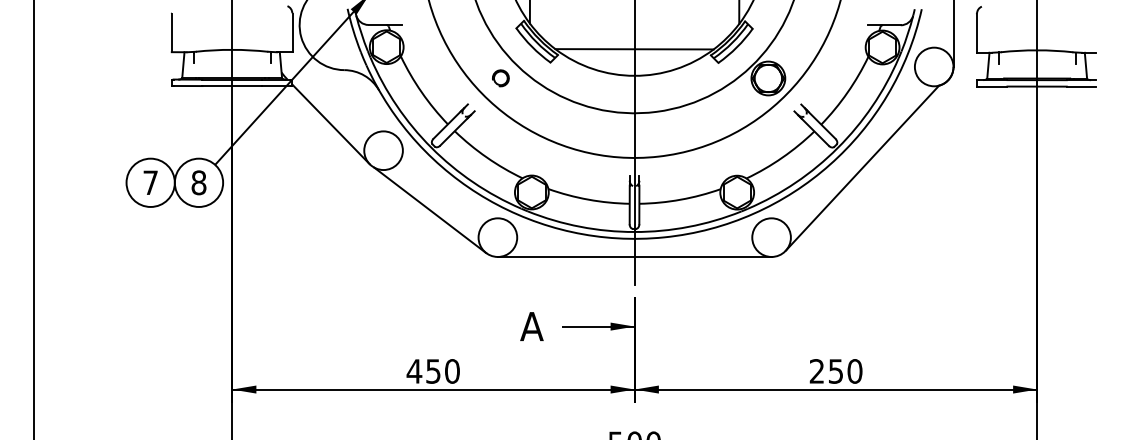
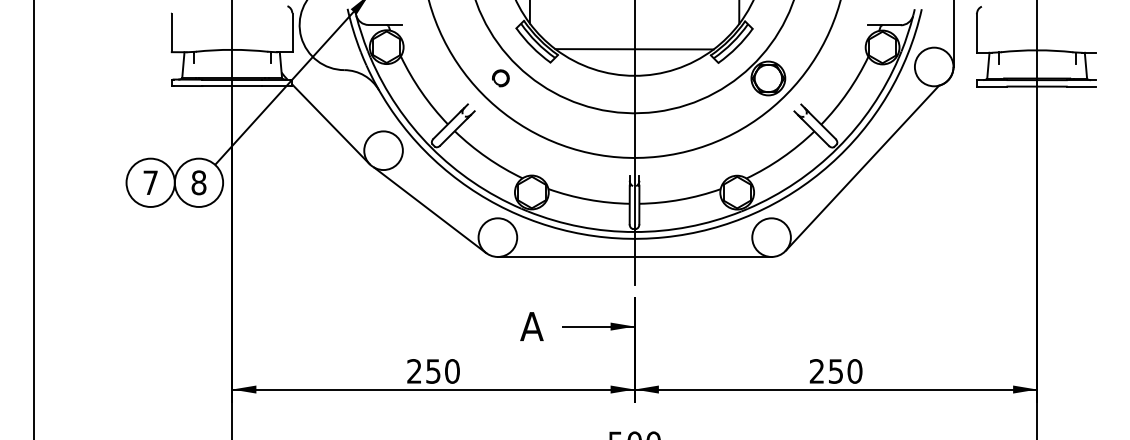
text at (414, 371): 450 -> 250
